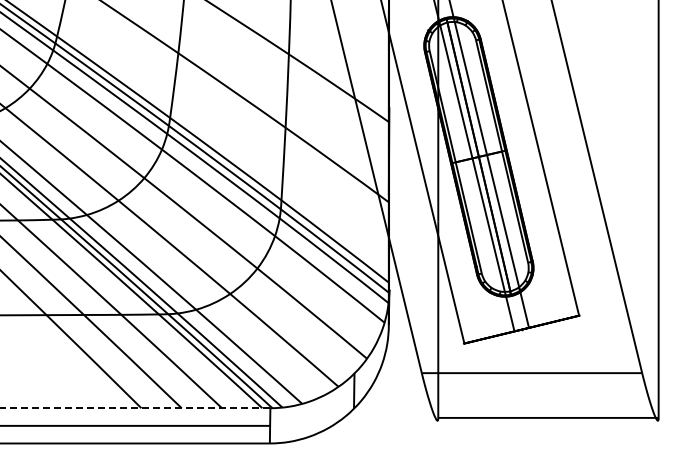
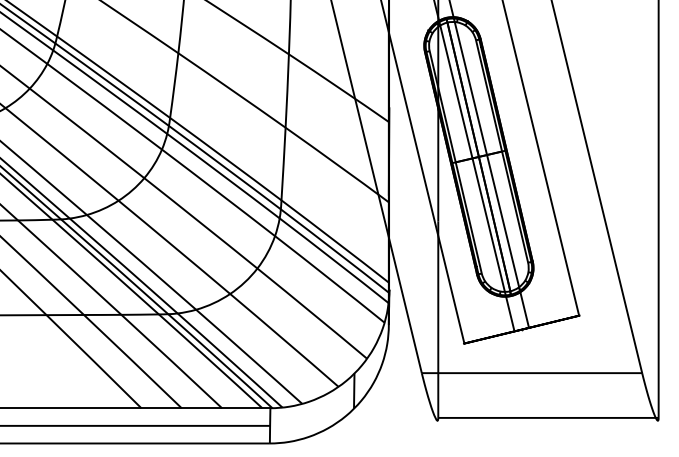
line at (135, 408): dashed -> solid
